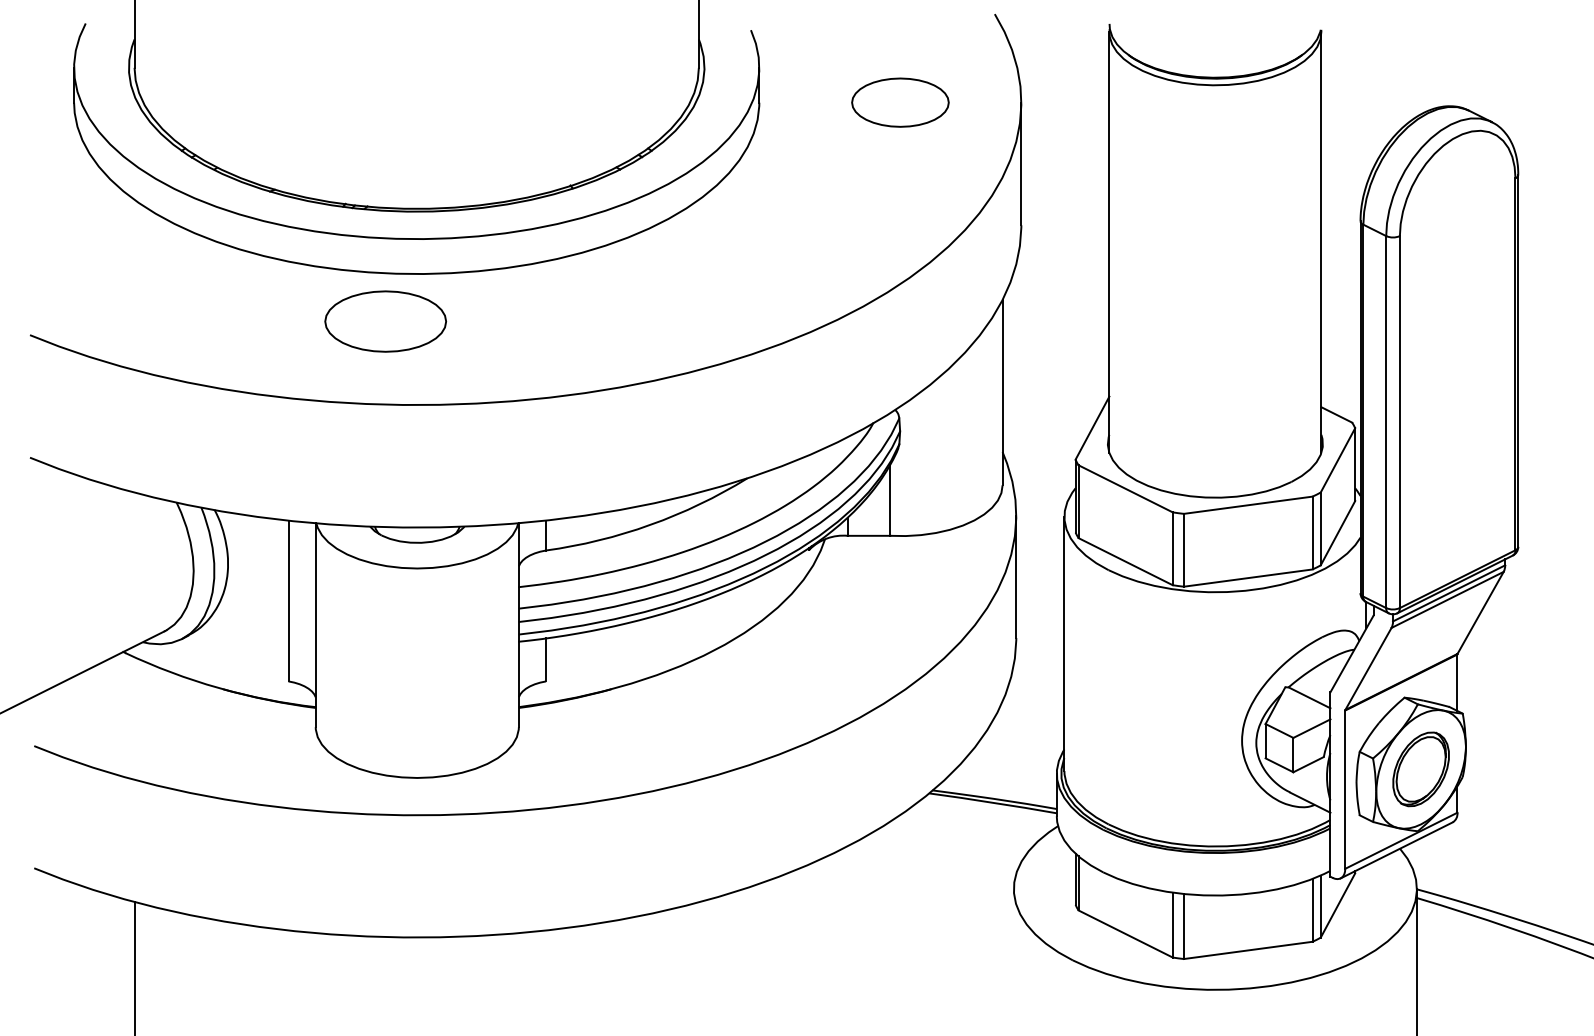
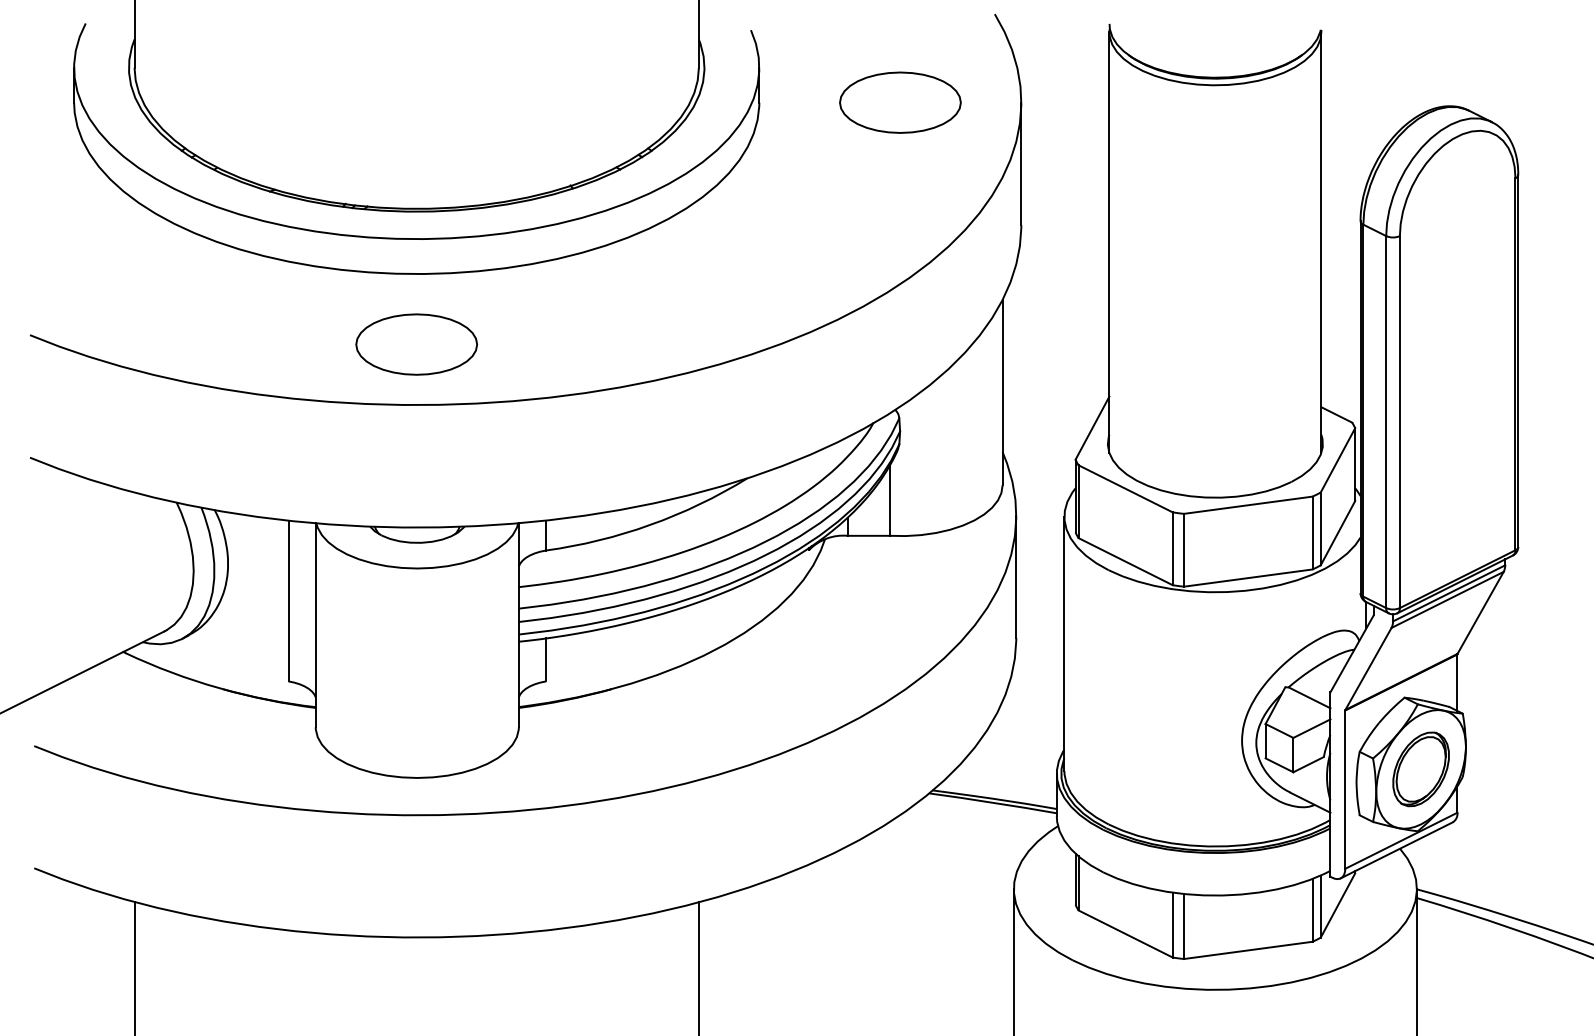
part at (900, 102) size: 99x51 px -> 123x63 px
part at (385, 321) position: (385, 321) -> (416, 344)
line at (1013, 960): none -> present
line at (699, 967): none -> present
